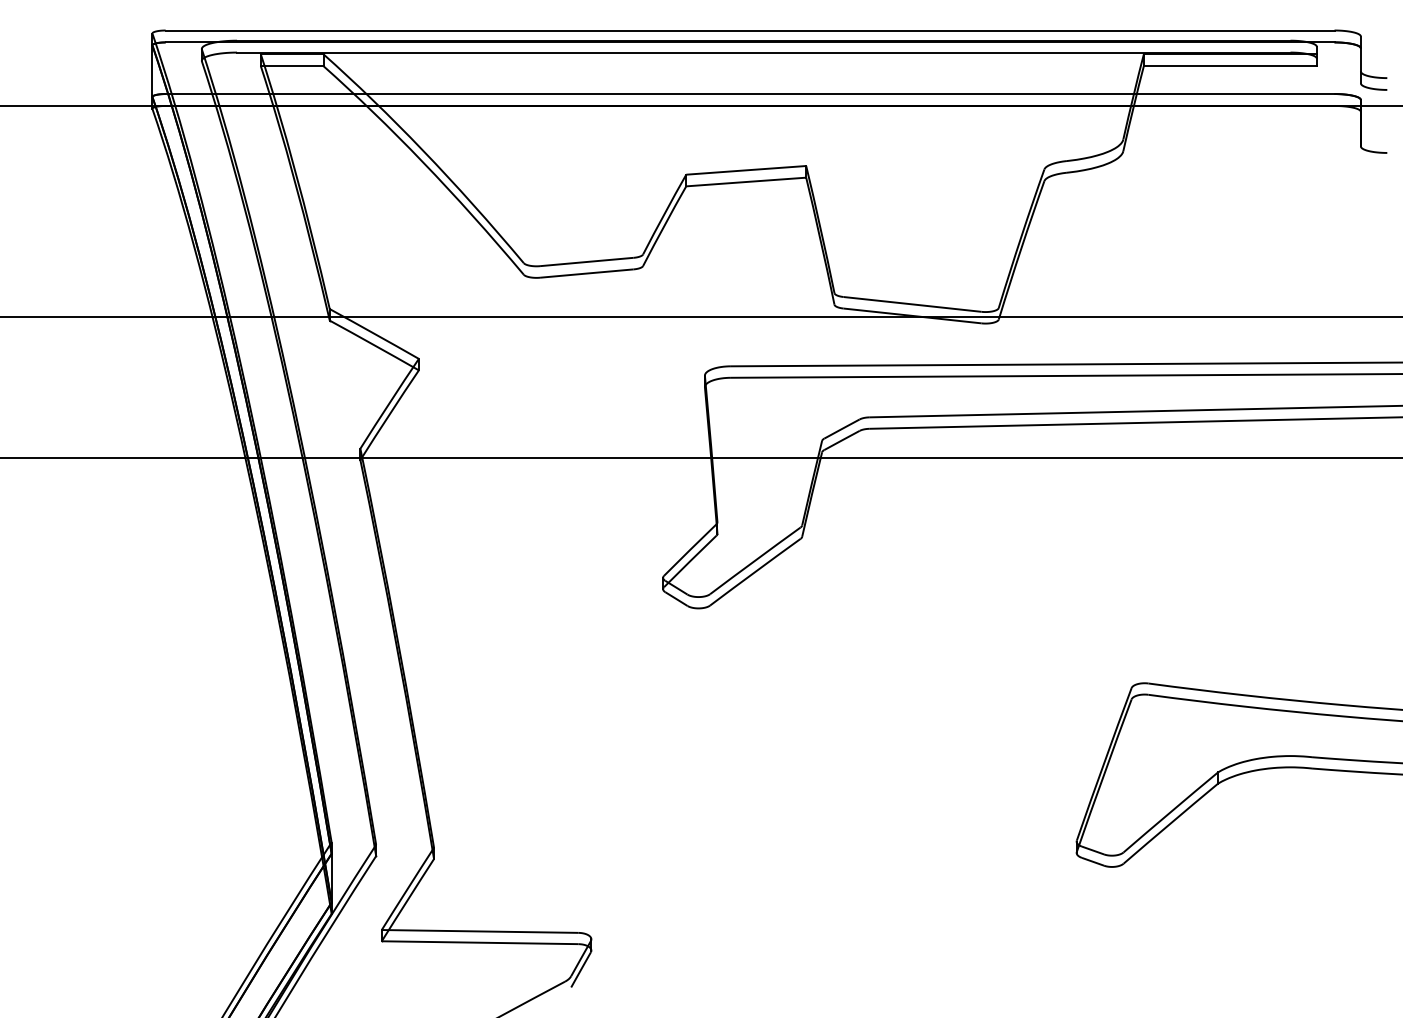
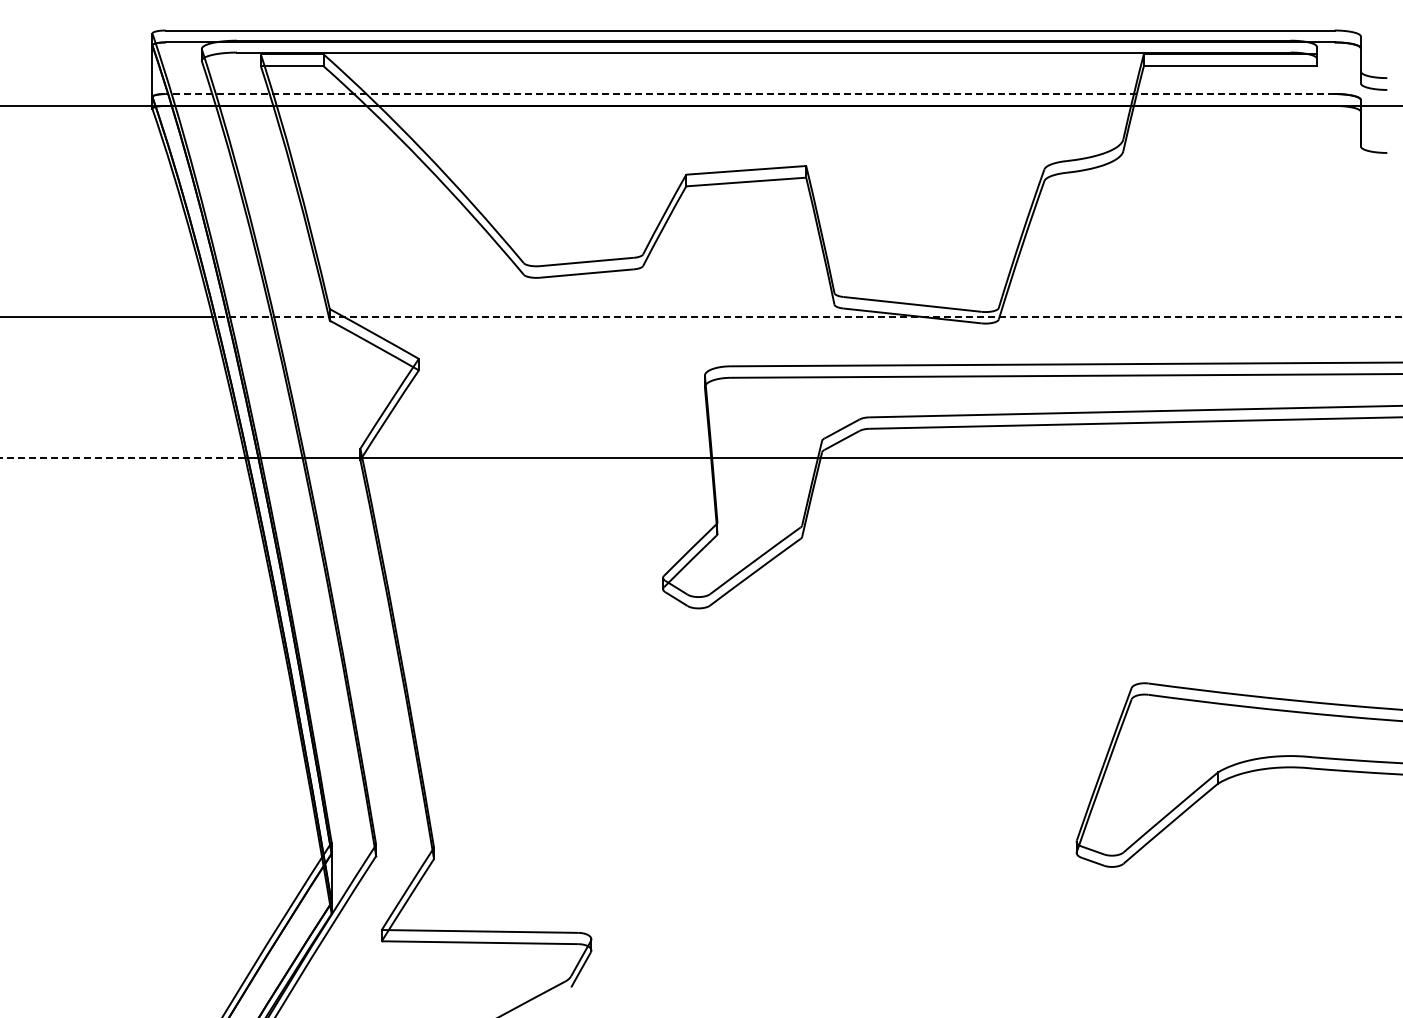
line at (749, 94): solid -> dashed
line at (807, 316): solid -> dashed
line at (122, 457): solid -> dashed
